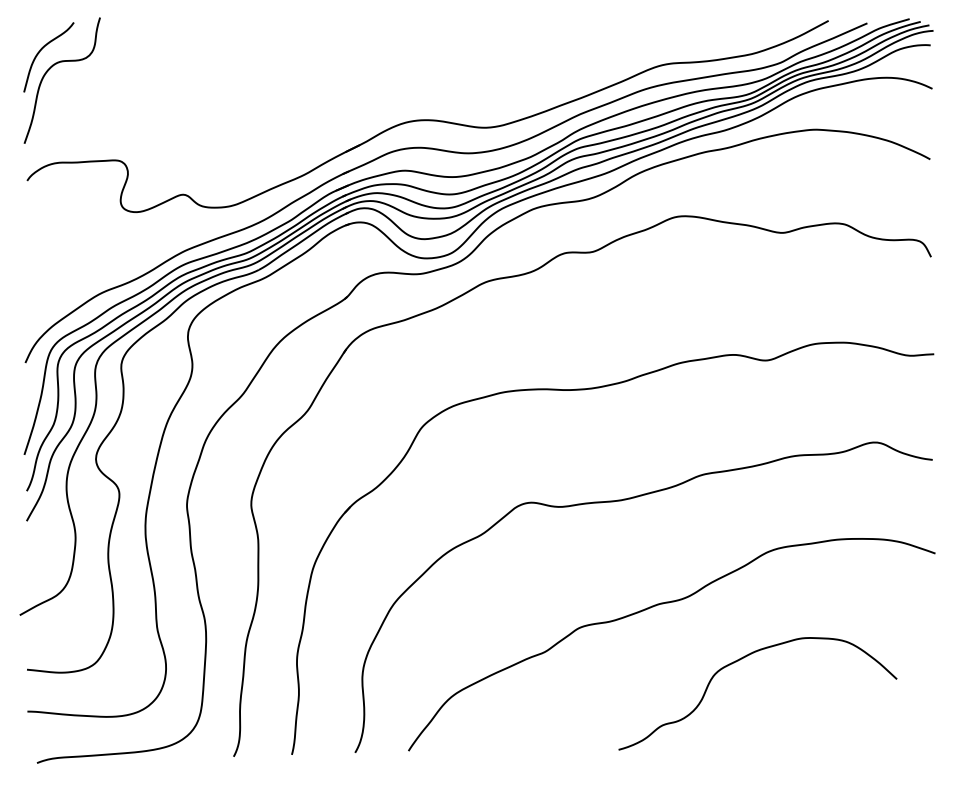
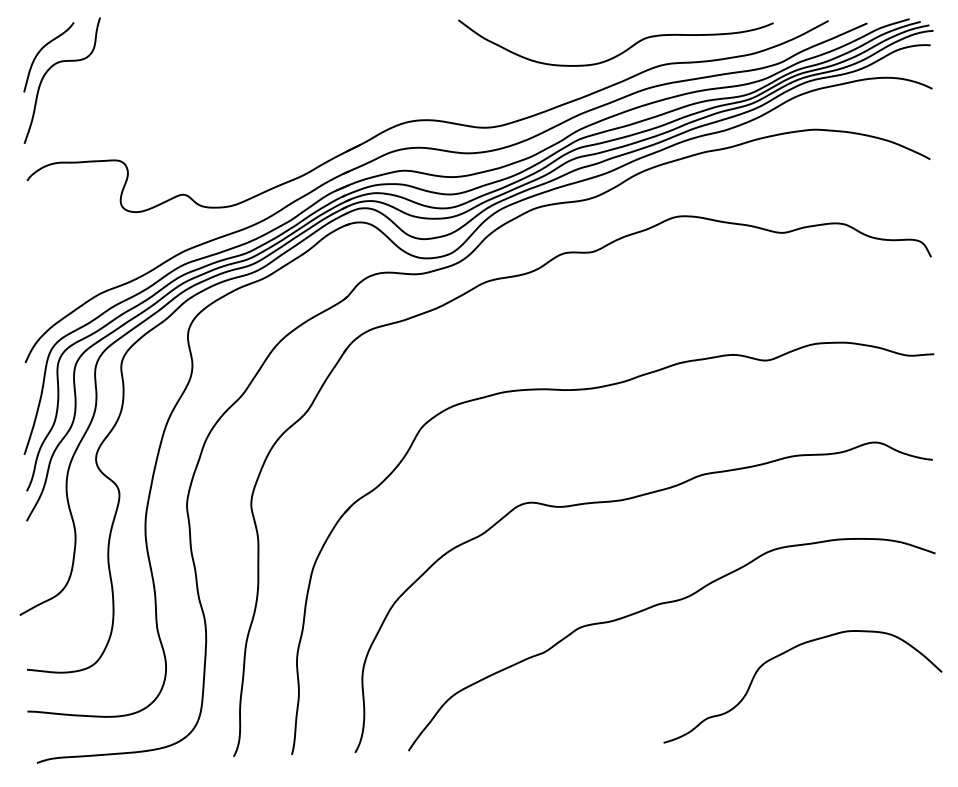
curve at (622, 51): none -> present
curve at (740, 660) position: (740, 660) -> (785, 653)
